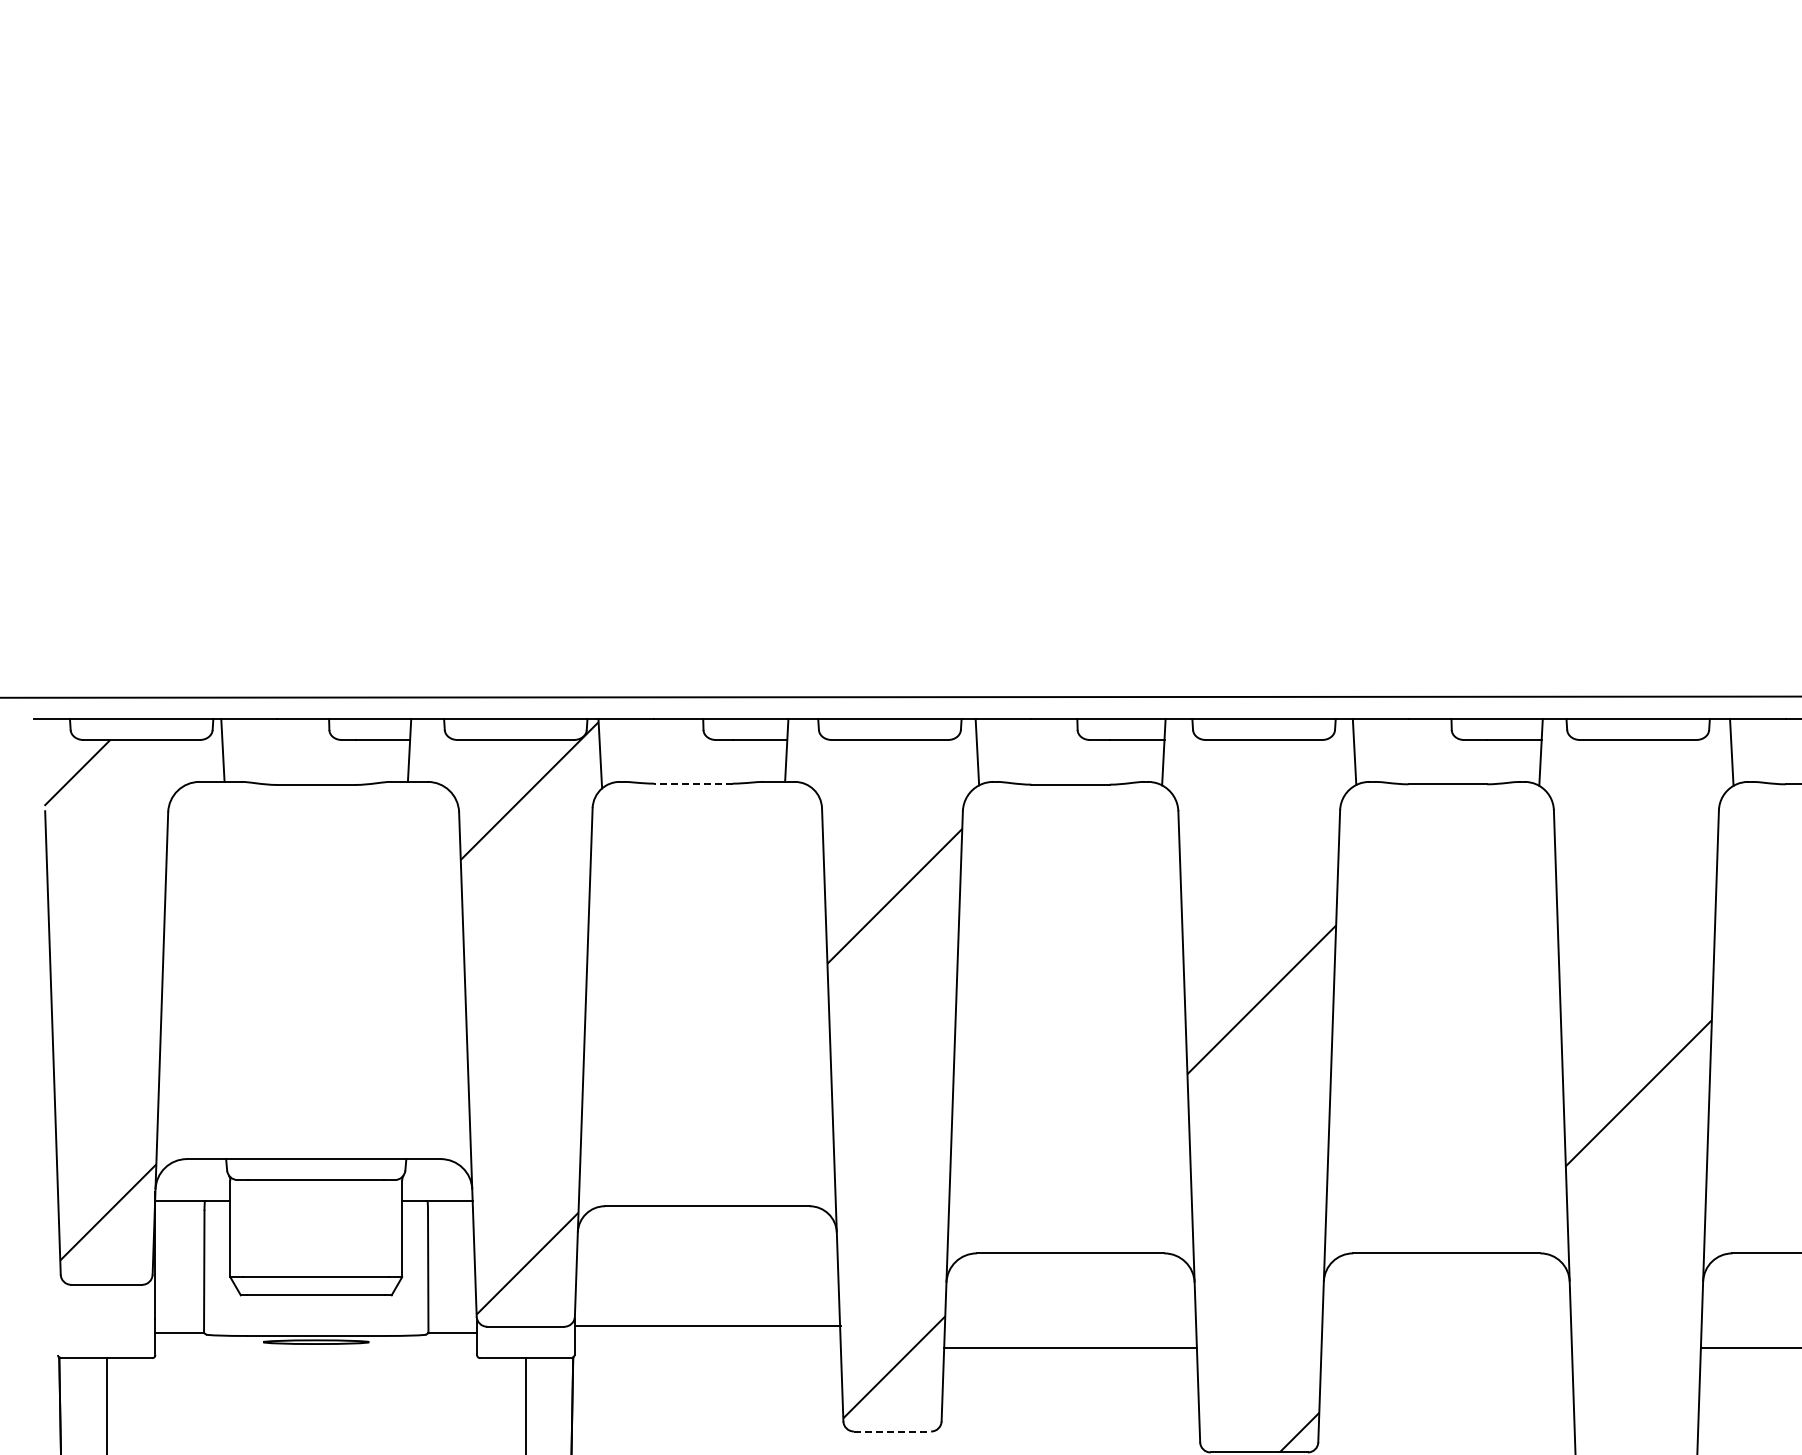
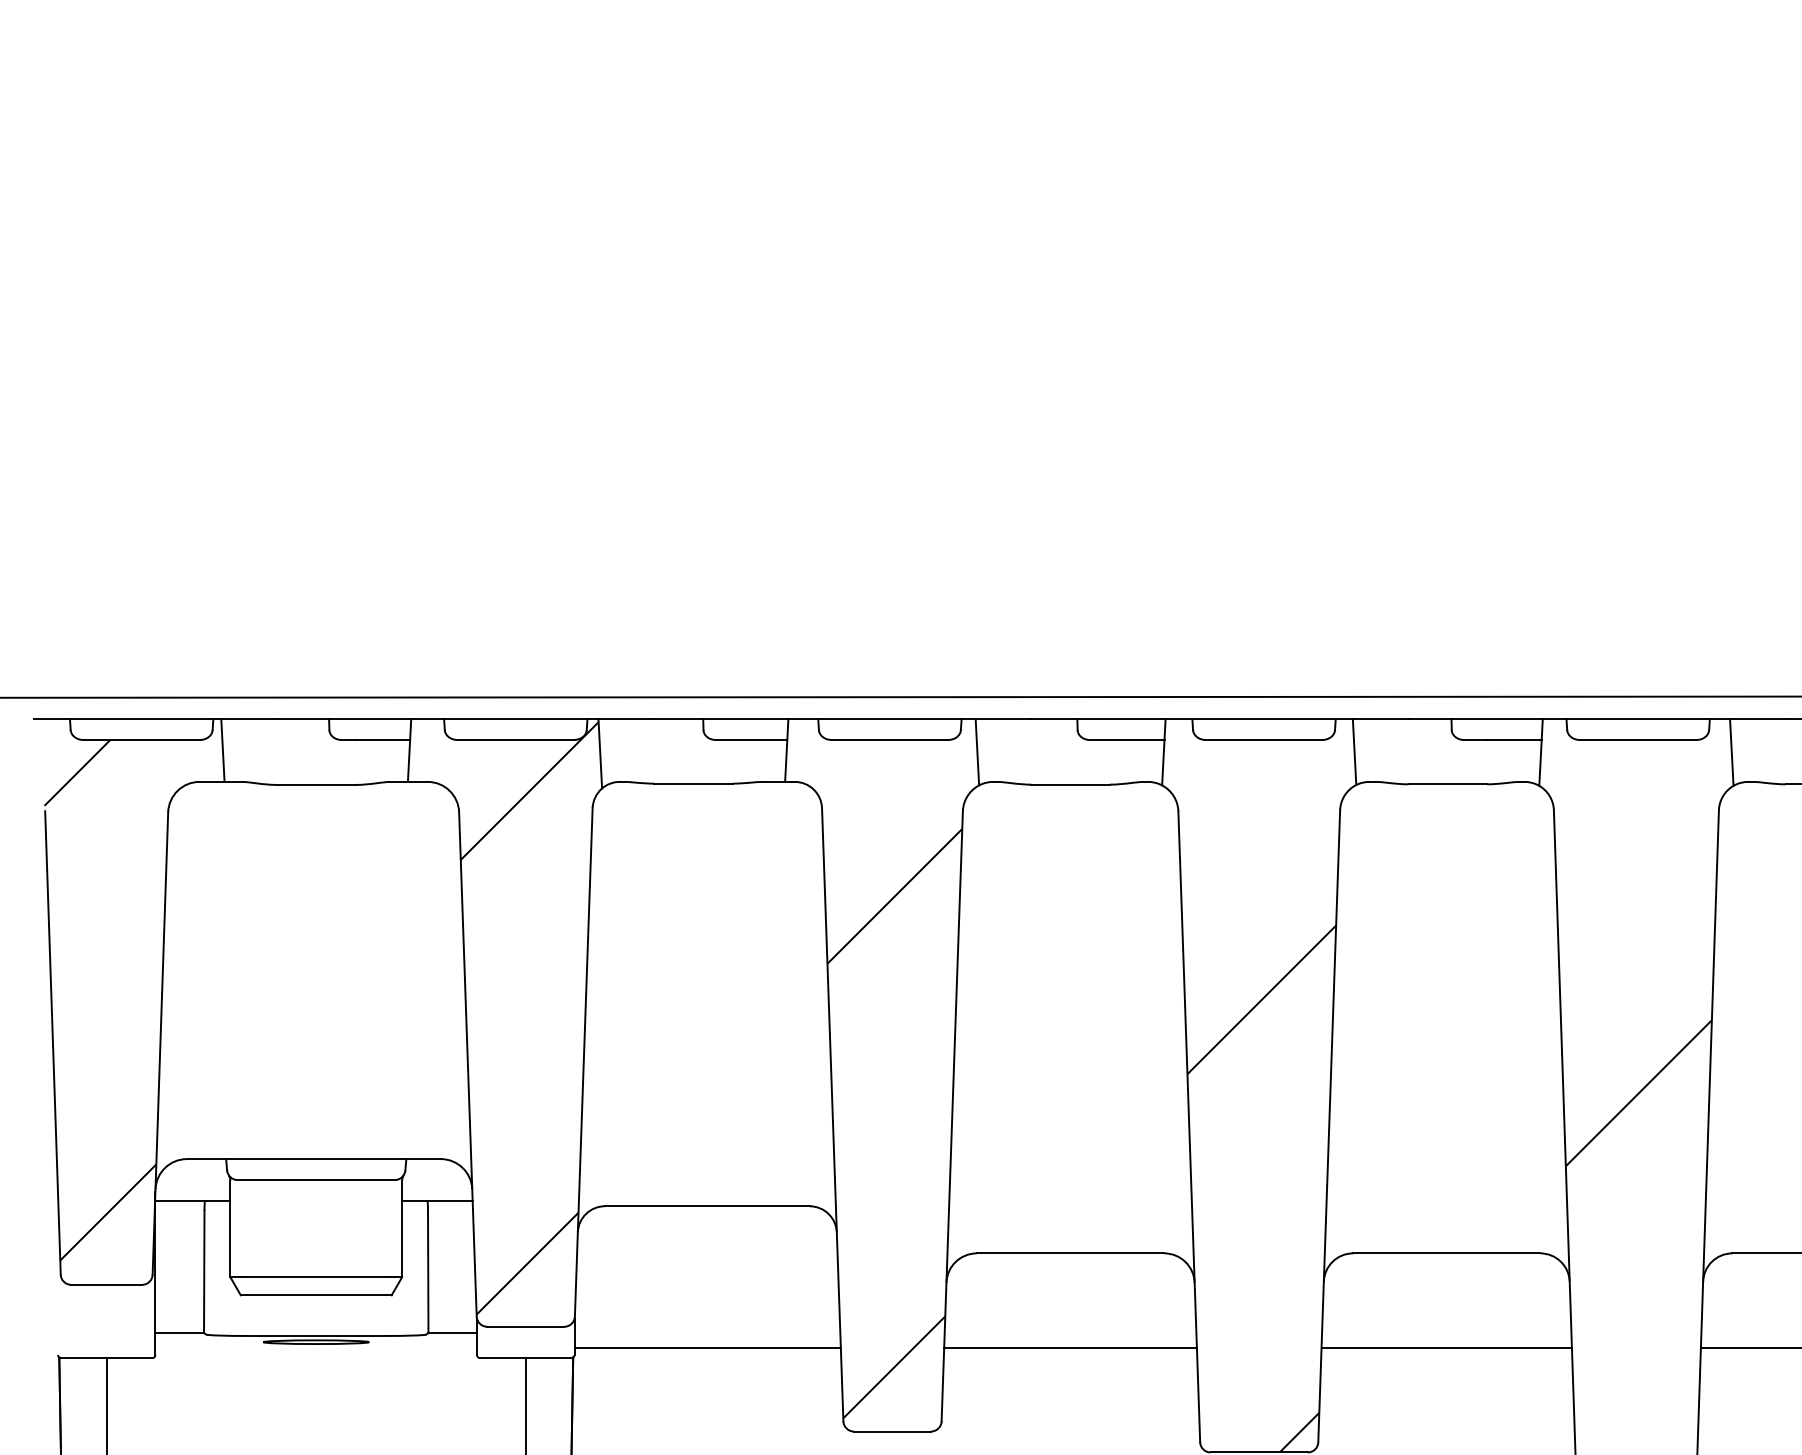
line at (692, 783): dashed -> solid
line at (707, 1325) position: (707, 1325) -> (707, 1347)
line at (1446, 1347): none -> present
line at (892, 1431): dashed -> solid
